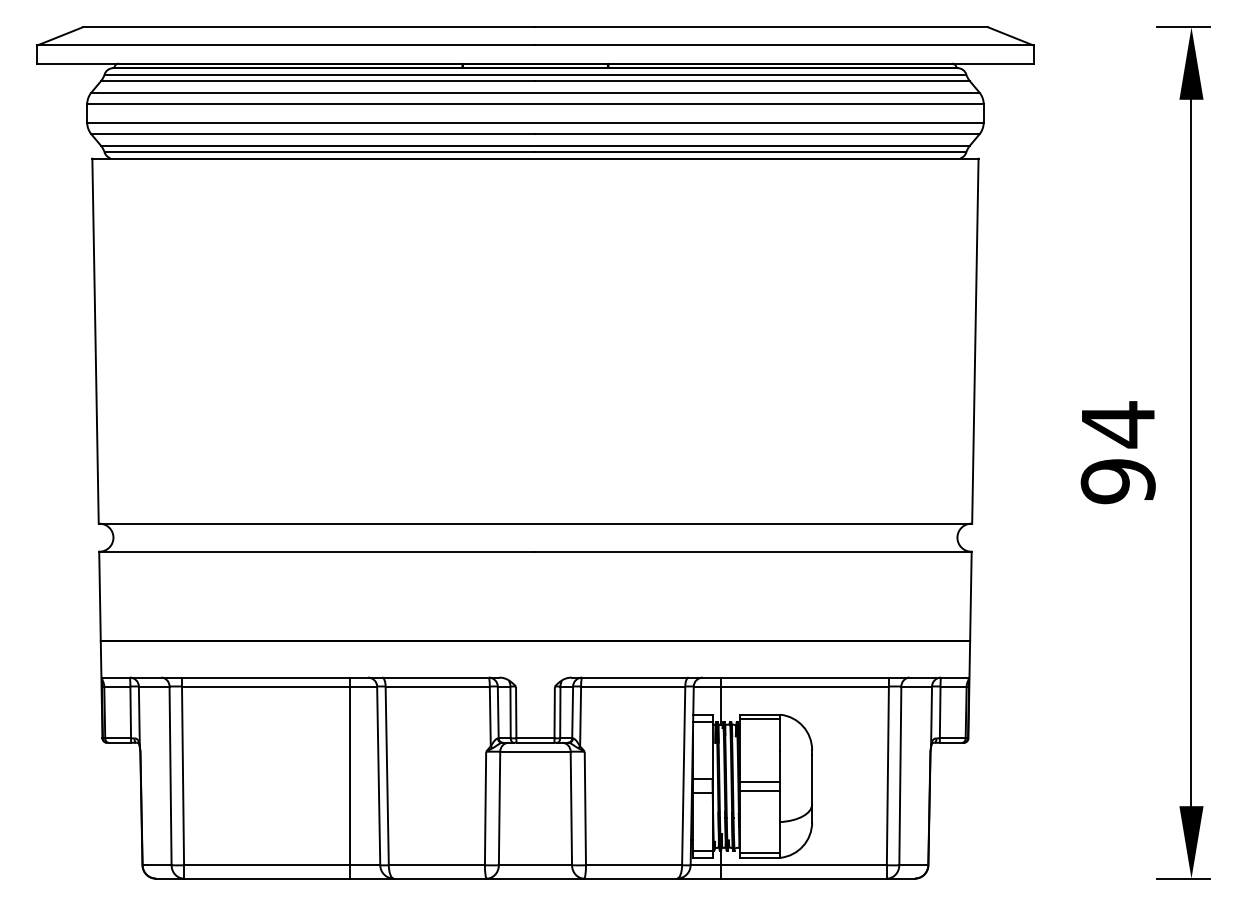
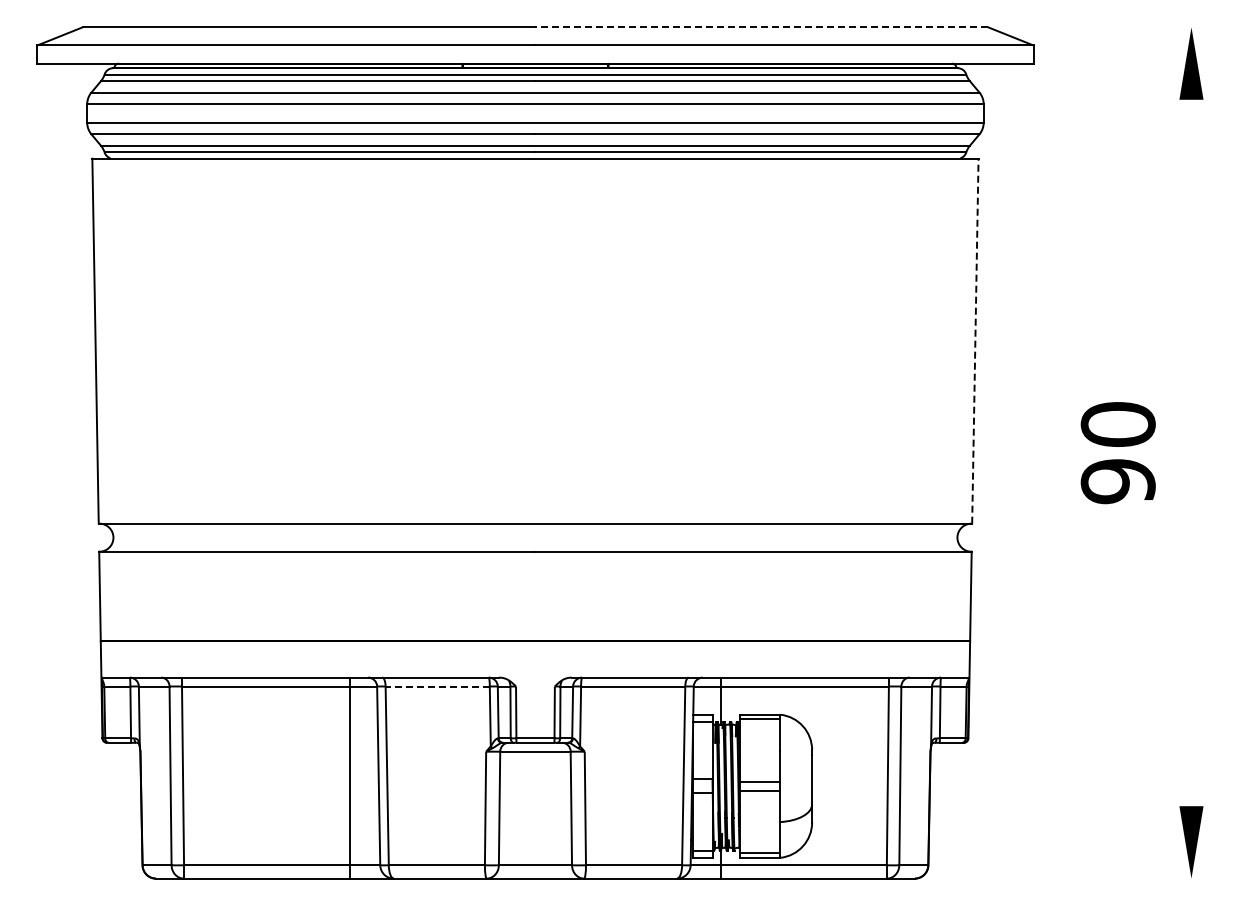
line at (761, 27): solid -> dashed
line at (1183, 27): present -> none
line at (975, 340): solid -> dashed
text at (1117, 424): 94 -> 90
line at (1191, 452): present -> none
line at (437, 686): solid -> dashed
line at (1183, 878): present -> none
